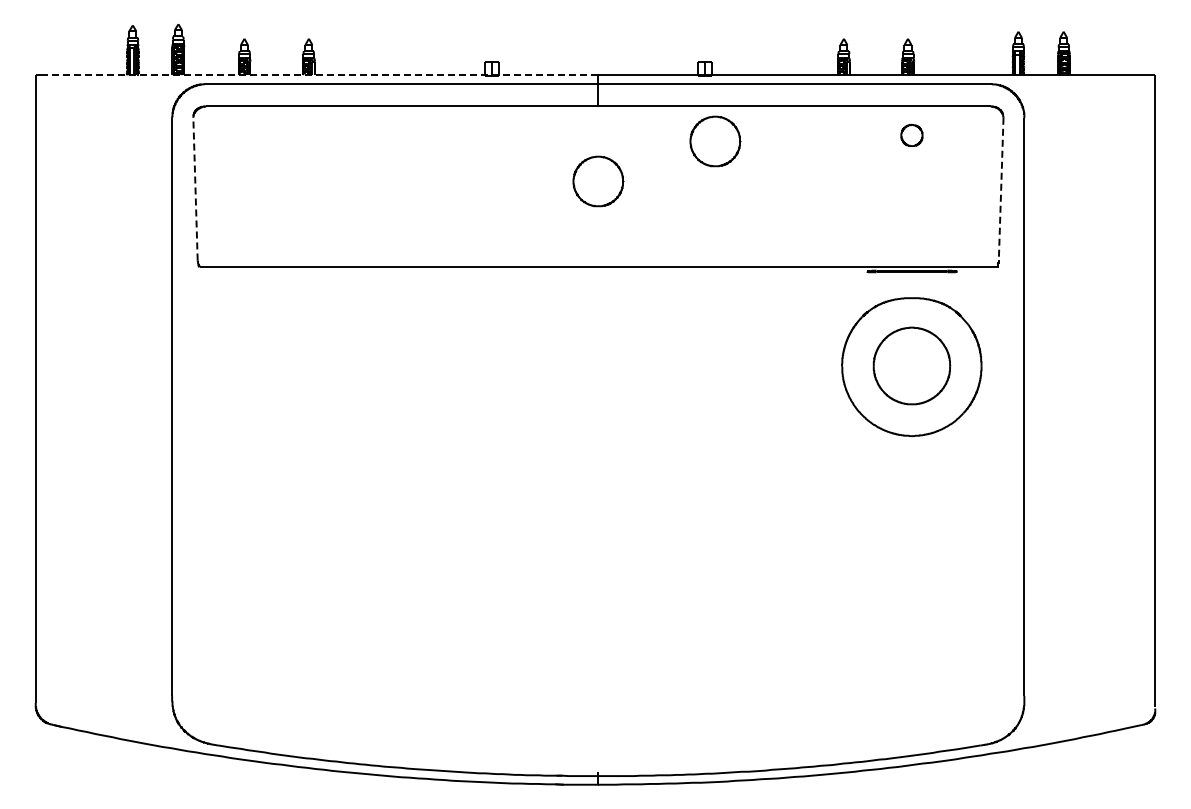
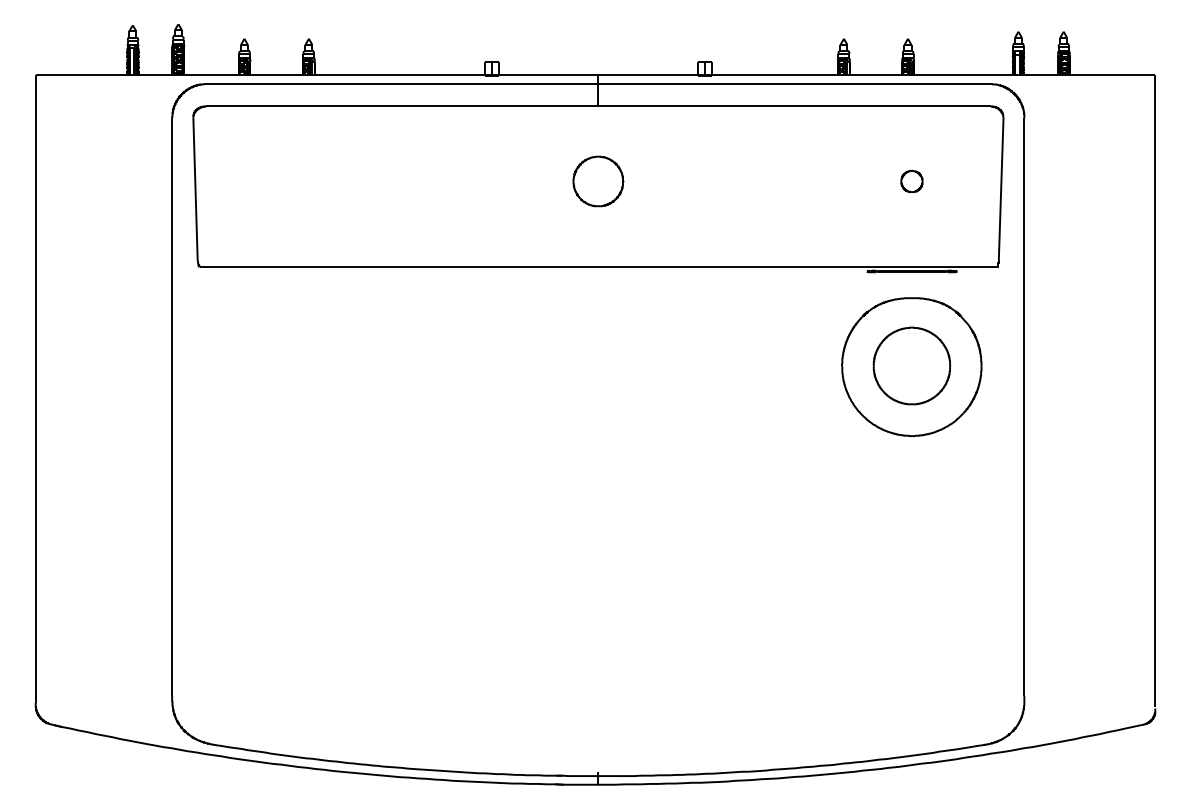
line at (319, 74): dashed -> solid
part at (911, 135) position: (911, 135) -> (911, 181)
part at (715, 141): present -> none
line at (195, 188): dashed -> solid
line at (1001, 189): dashed -> solid
